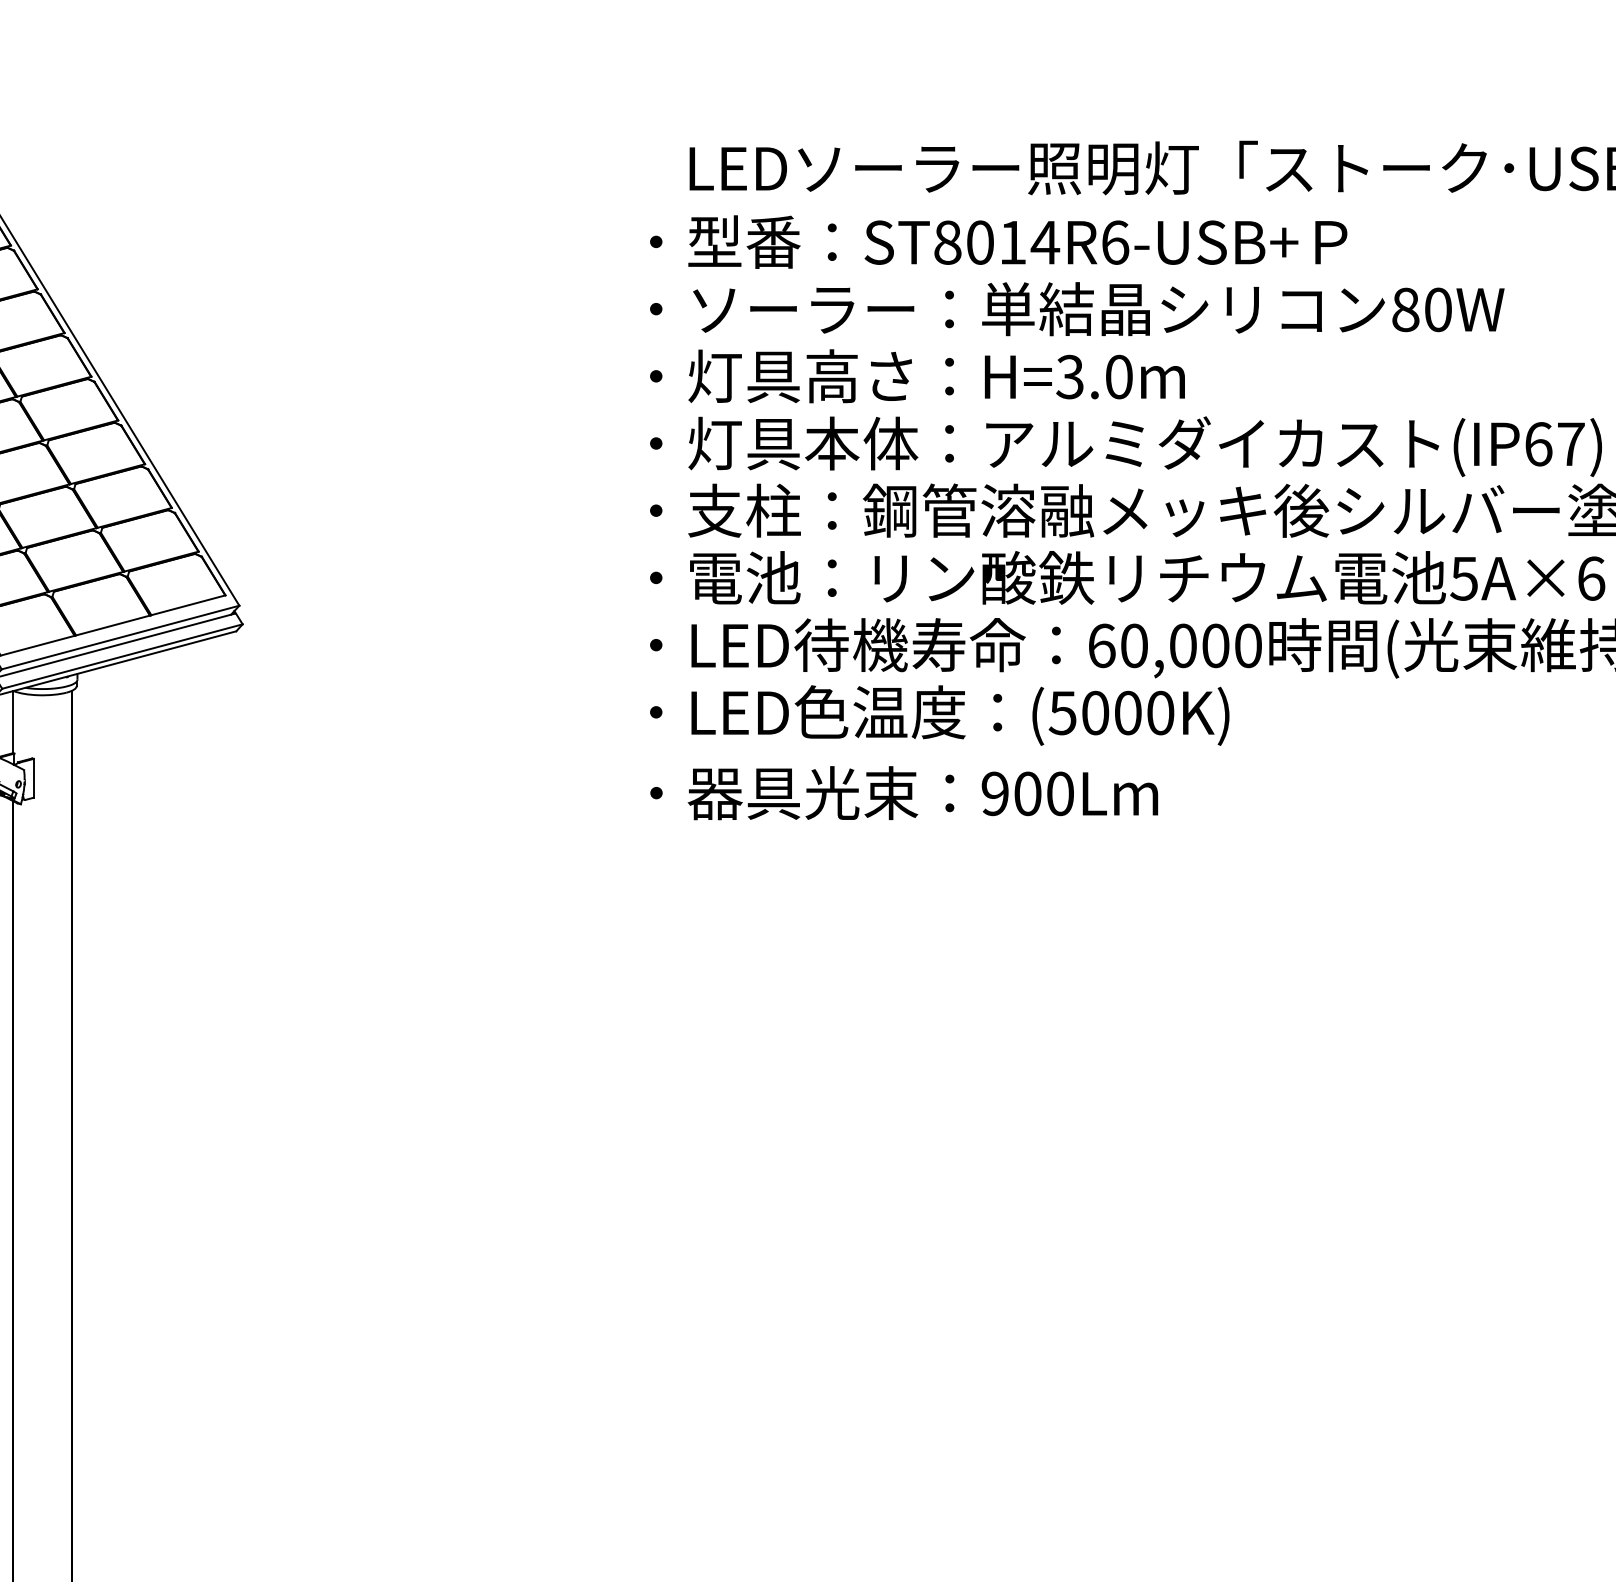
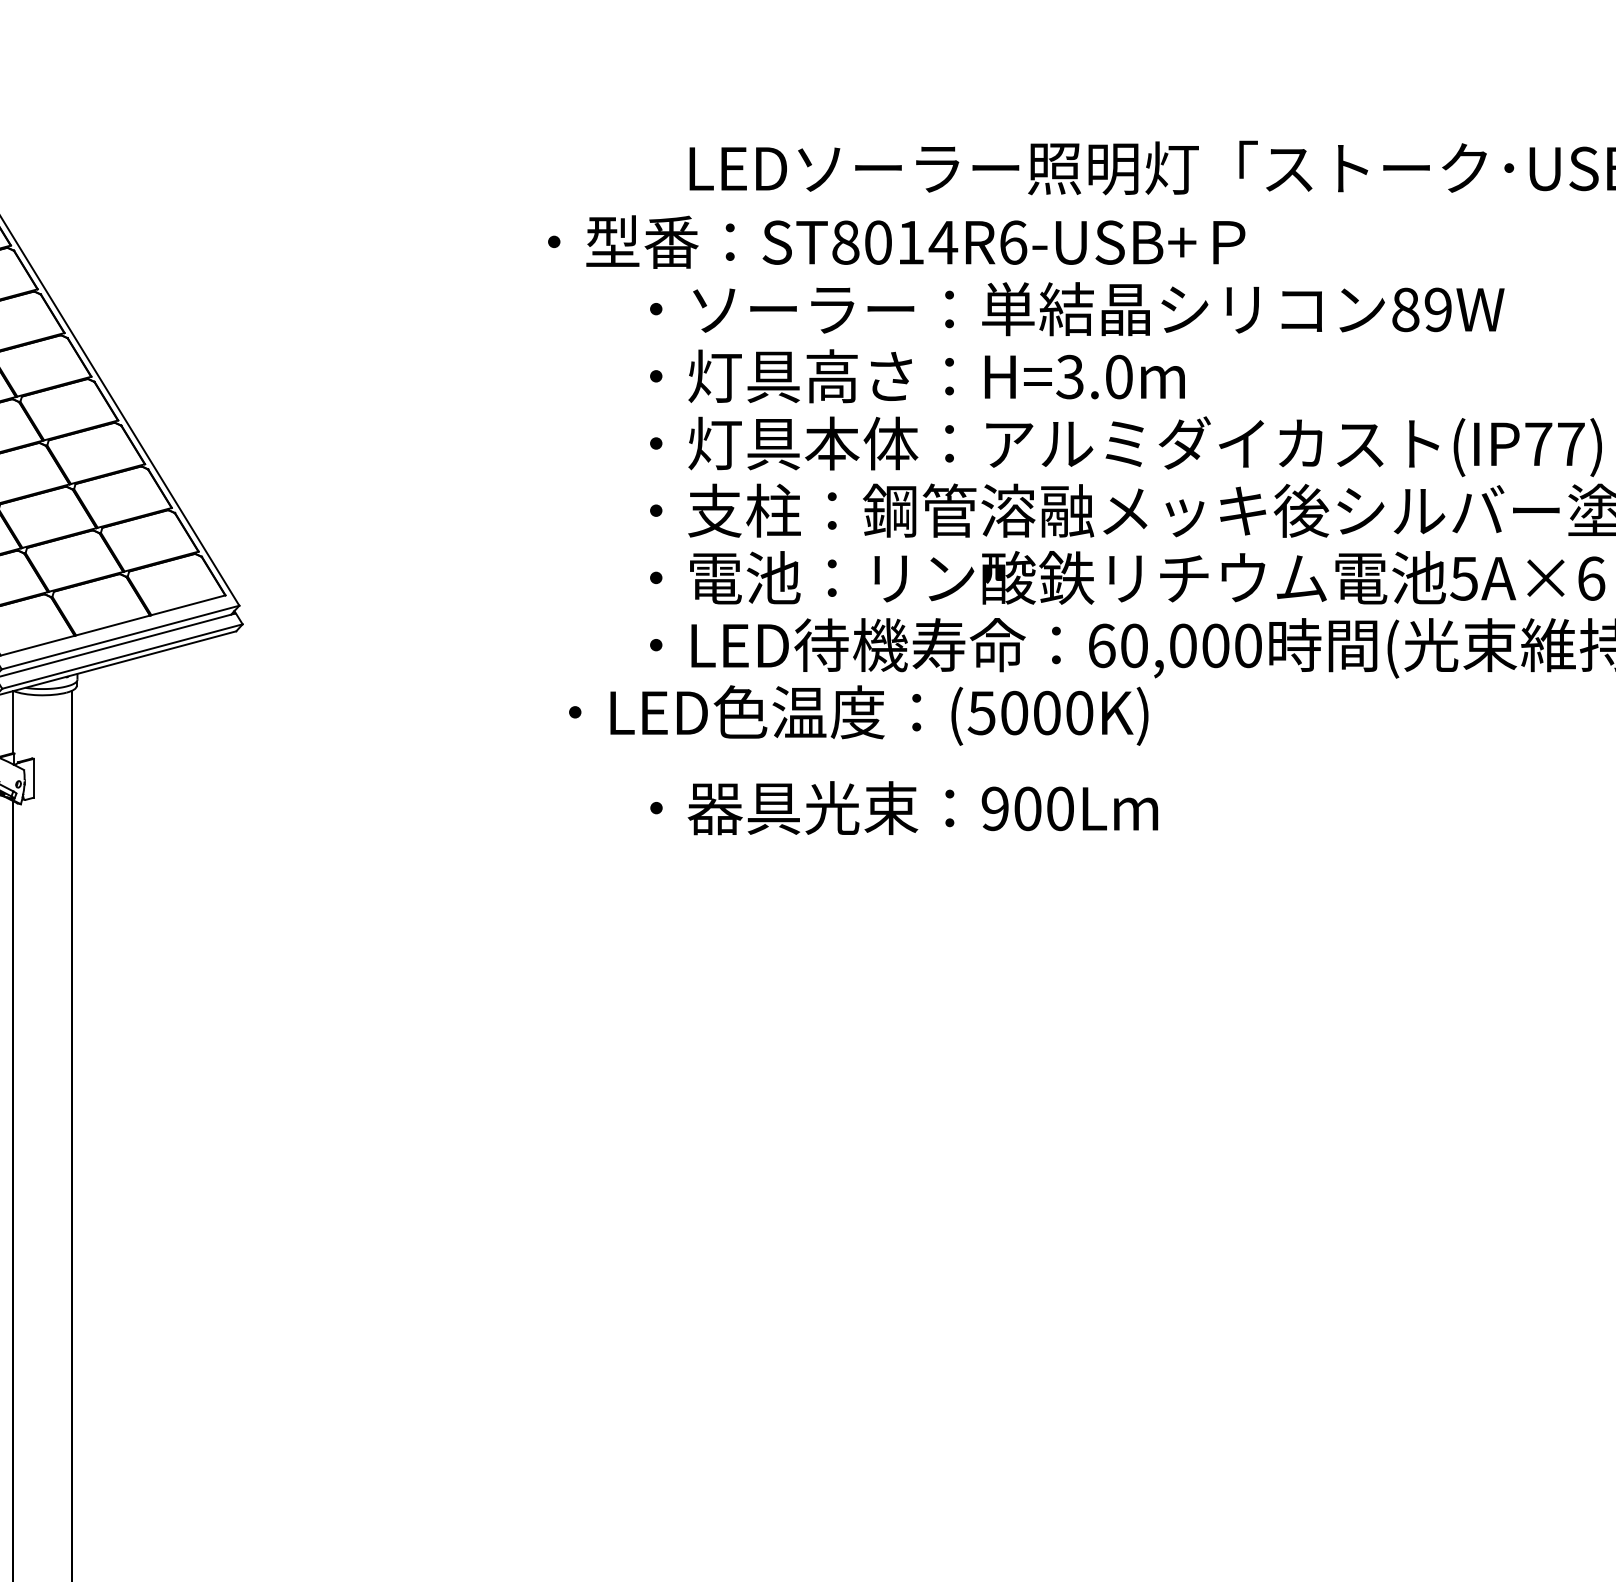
text at (998, 241) position: (998, 241) -> (896, 241)
text at (1437, 309): 80W -> 89W
text at (1538, 444): (IP67) -> (IP77)
text at (939, 715) position: (939, 715) -> (858, 715)
text at (904, 793) position: (904, 793) -> (904, 808)
